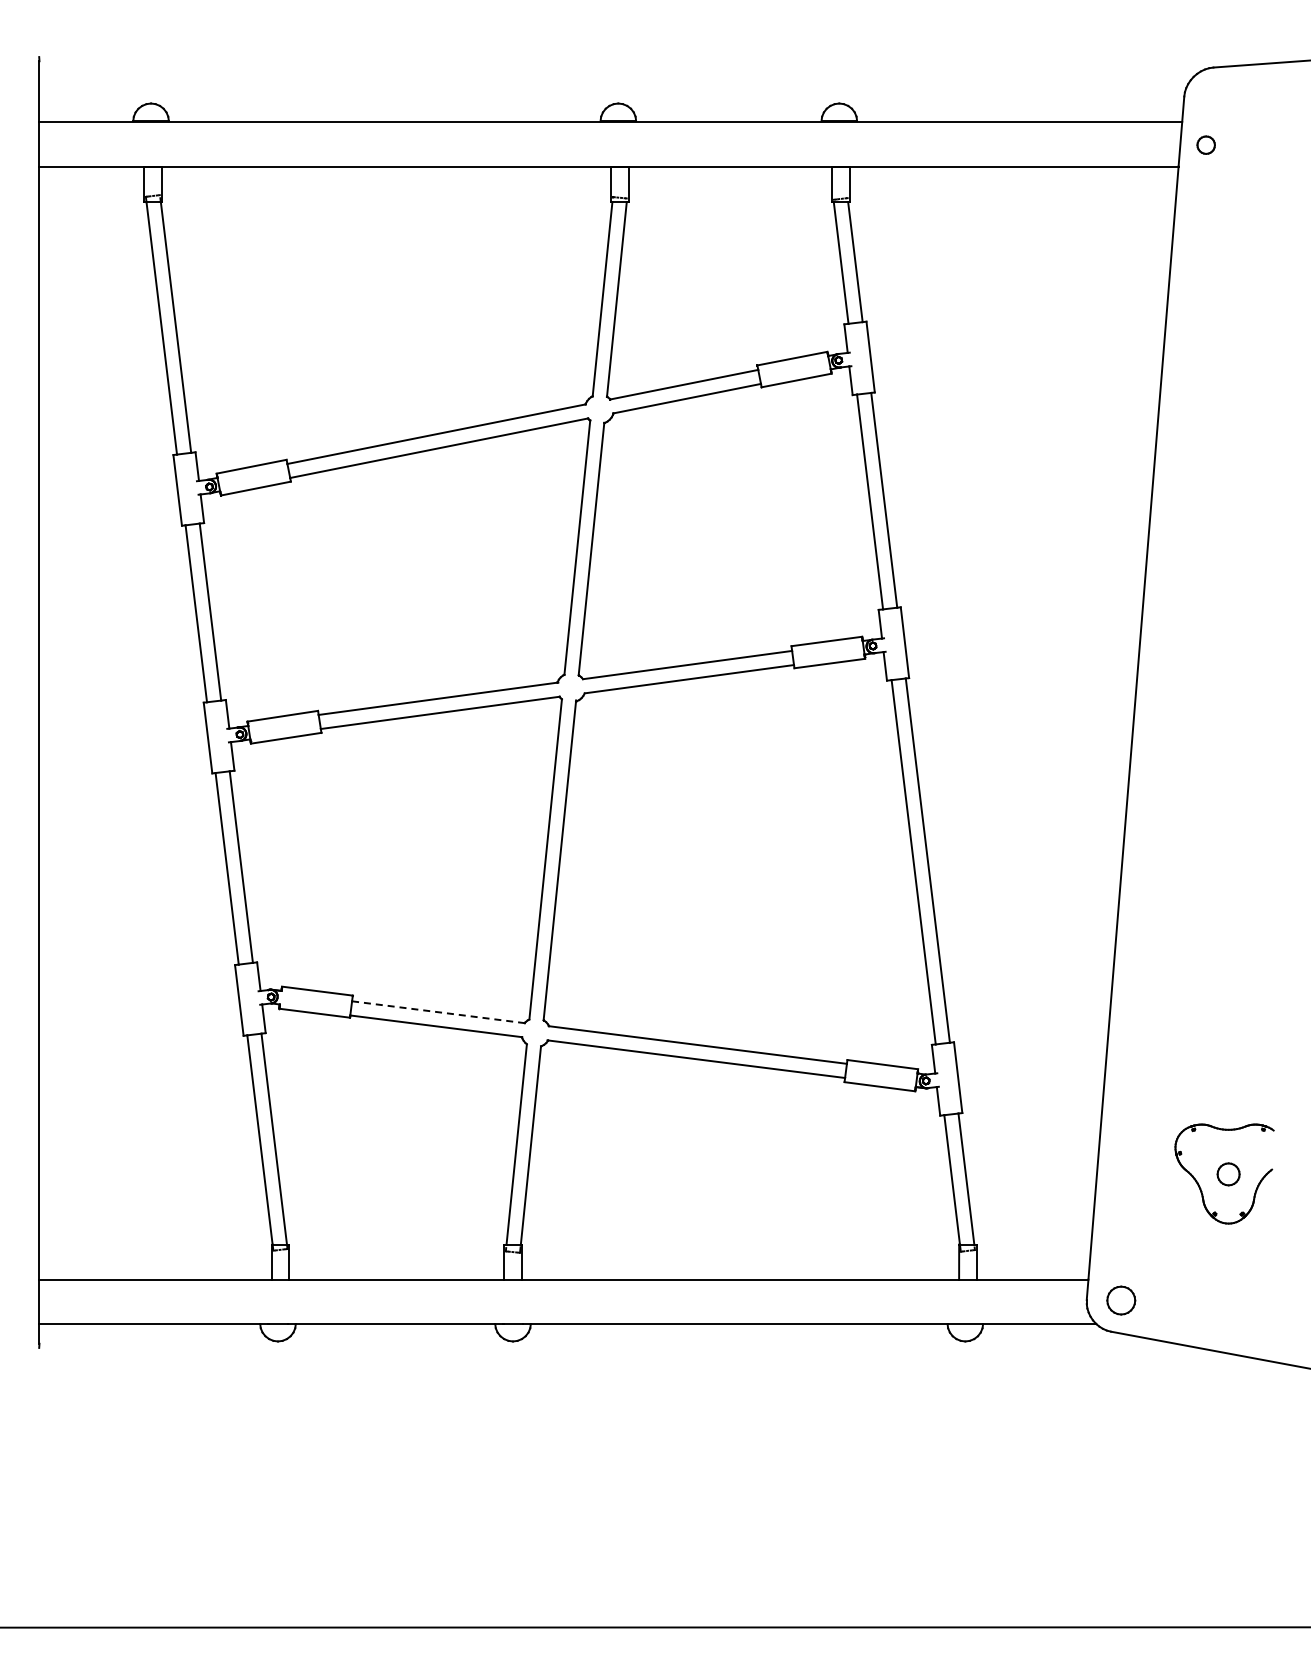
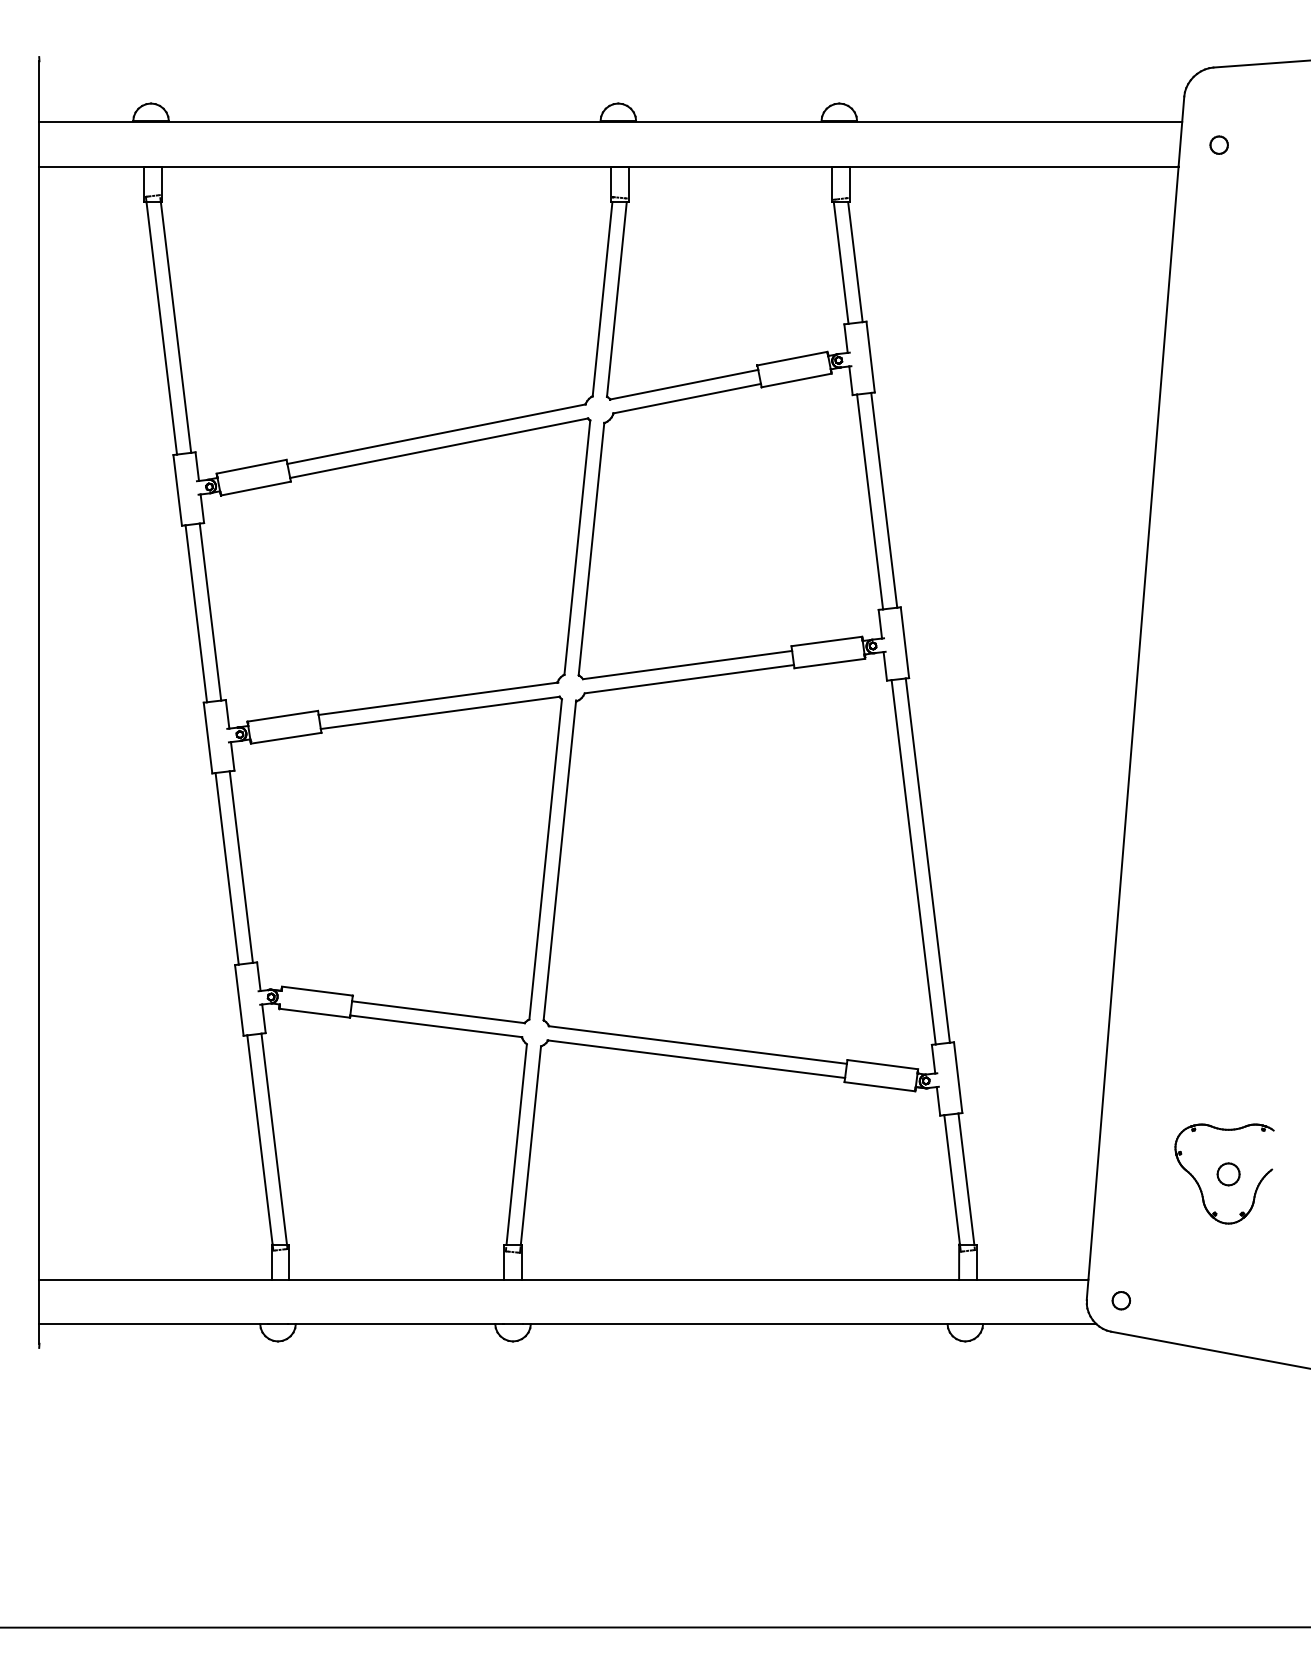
part at (1205, 144) position: (1205, 144) -> (1218, 144)
line at (438, 1012): dashed -> solid
part at (1121, 1300) size: 31x31 px -> 21x20 px
